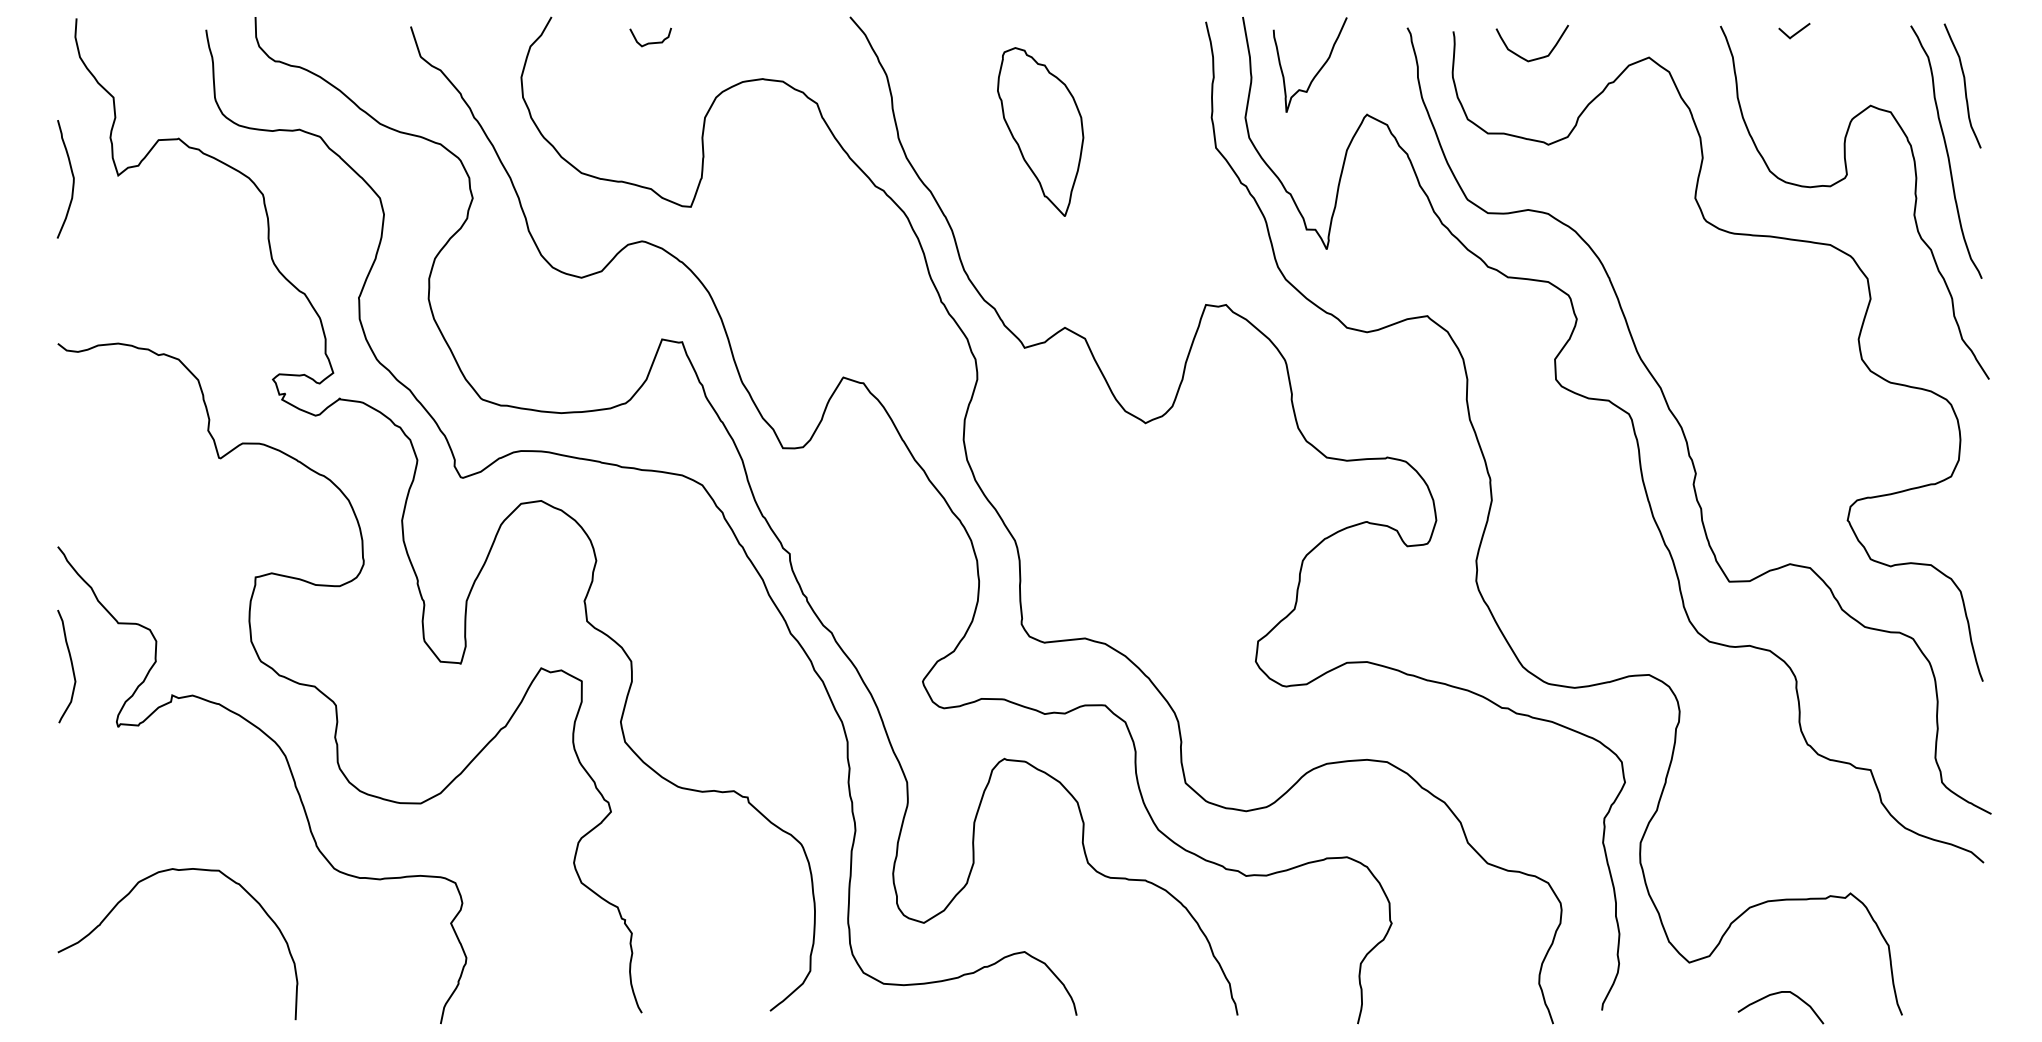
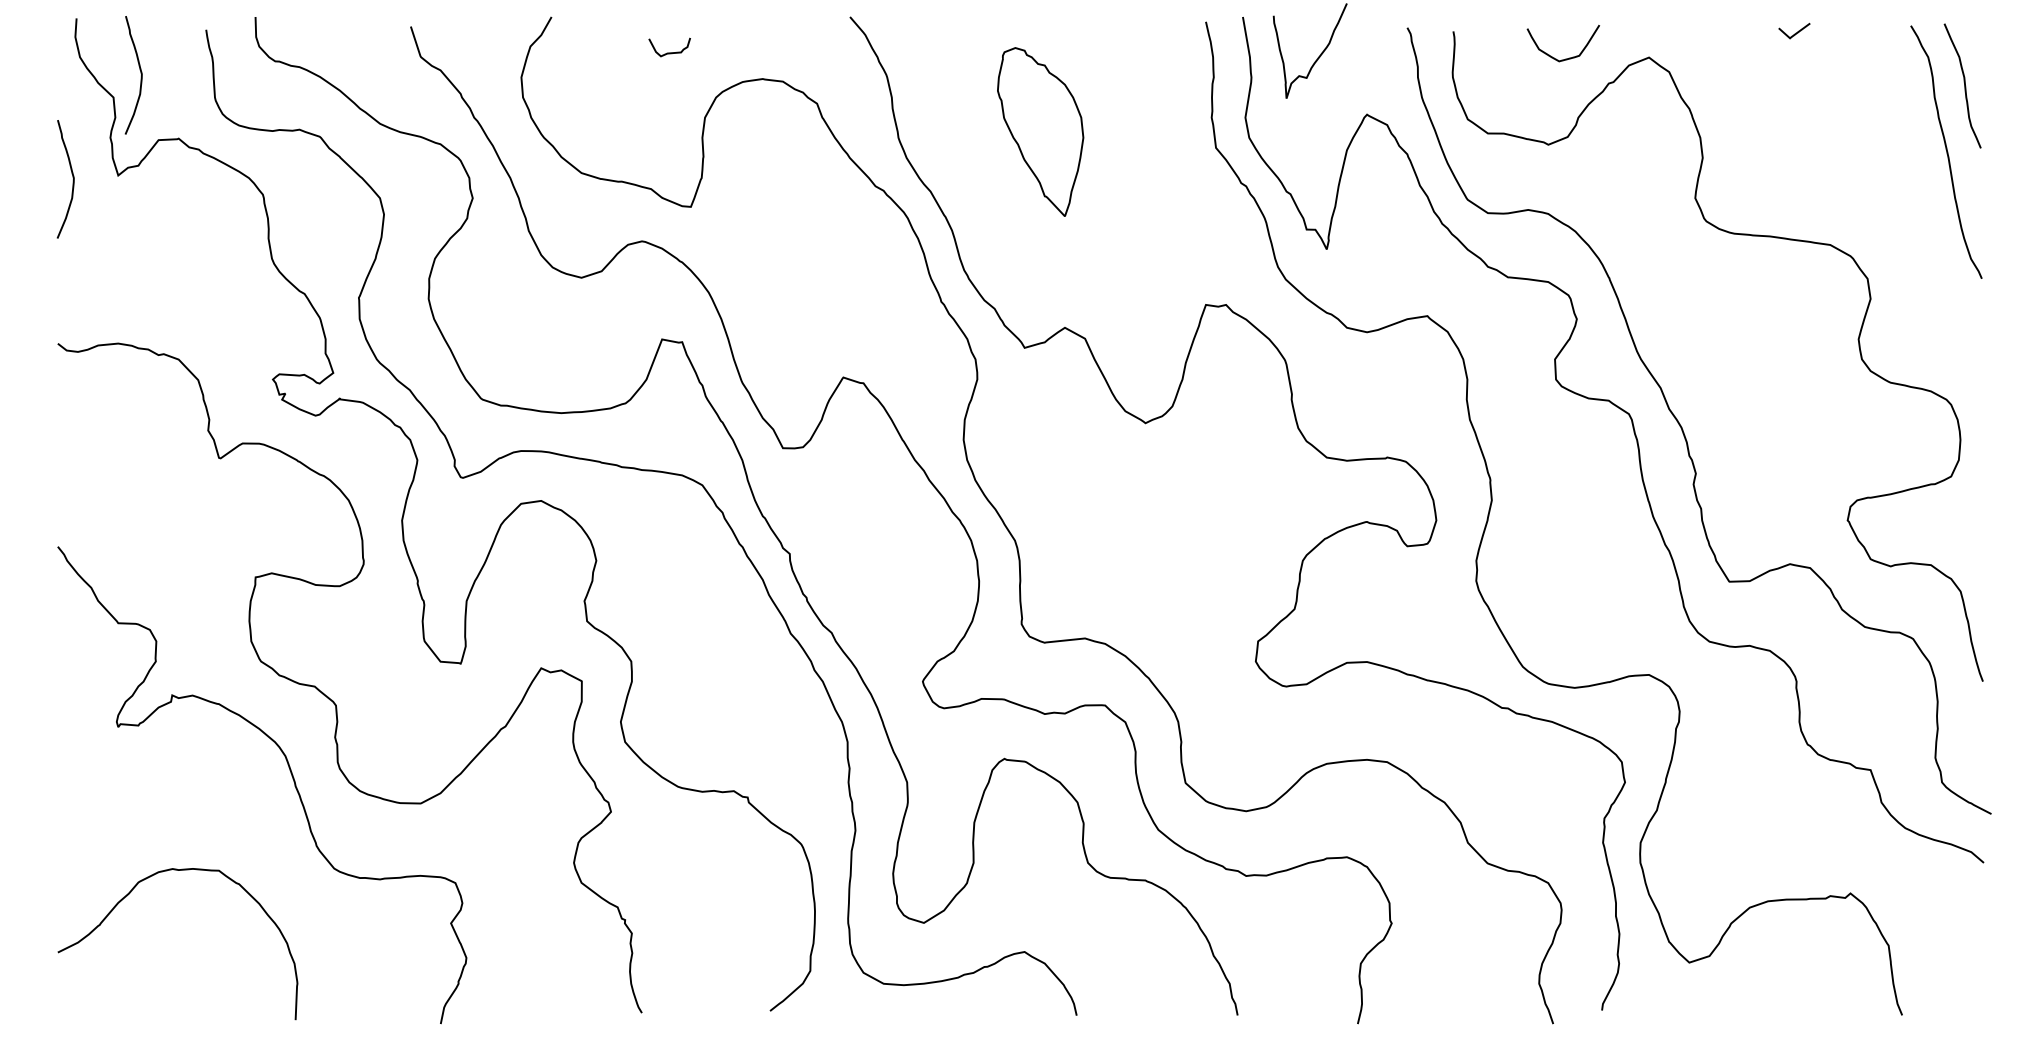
curve at (650, 42) position: (650, 42) -> (669, 52)
curve at (1534, 58) position: (1534, 58) -> (1565, 58)
curve at (1317, 71) position: (1317, 71) -> (1317, 57)
curve at (140, 76): none -> present
curve at (1841, 181): present -> none
curve at (71, 666): present -> none
curve at (1776, 994): present -> none
